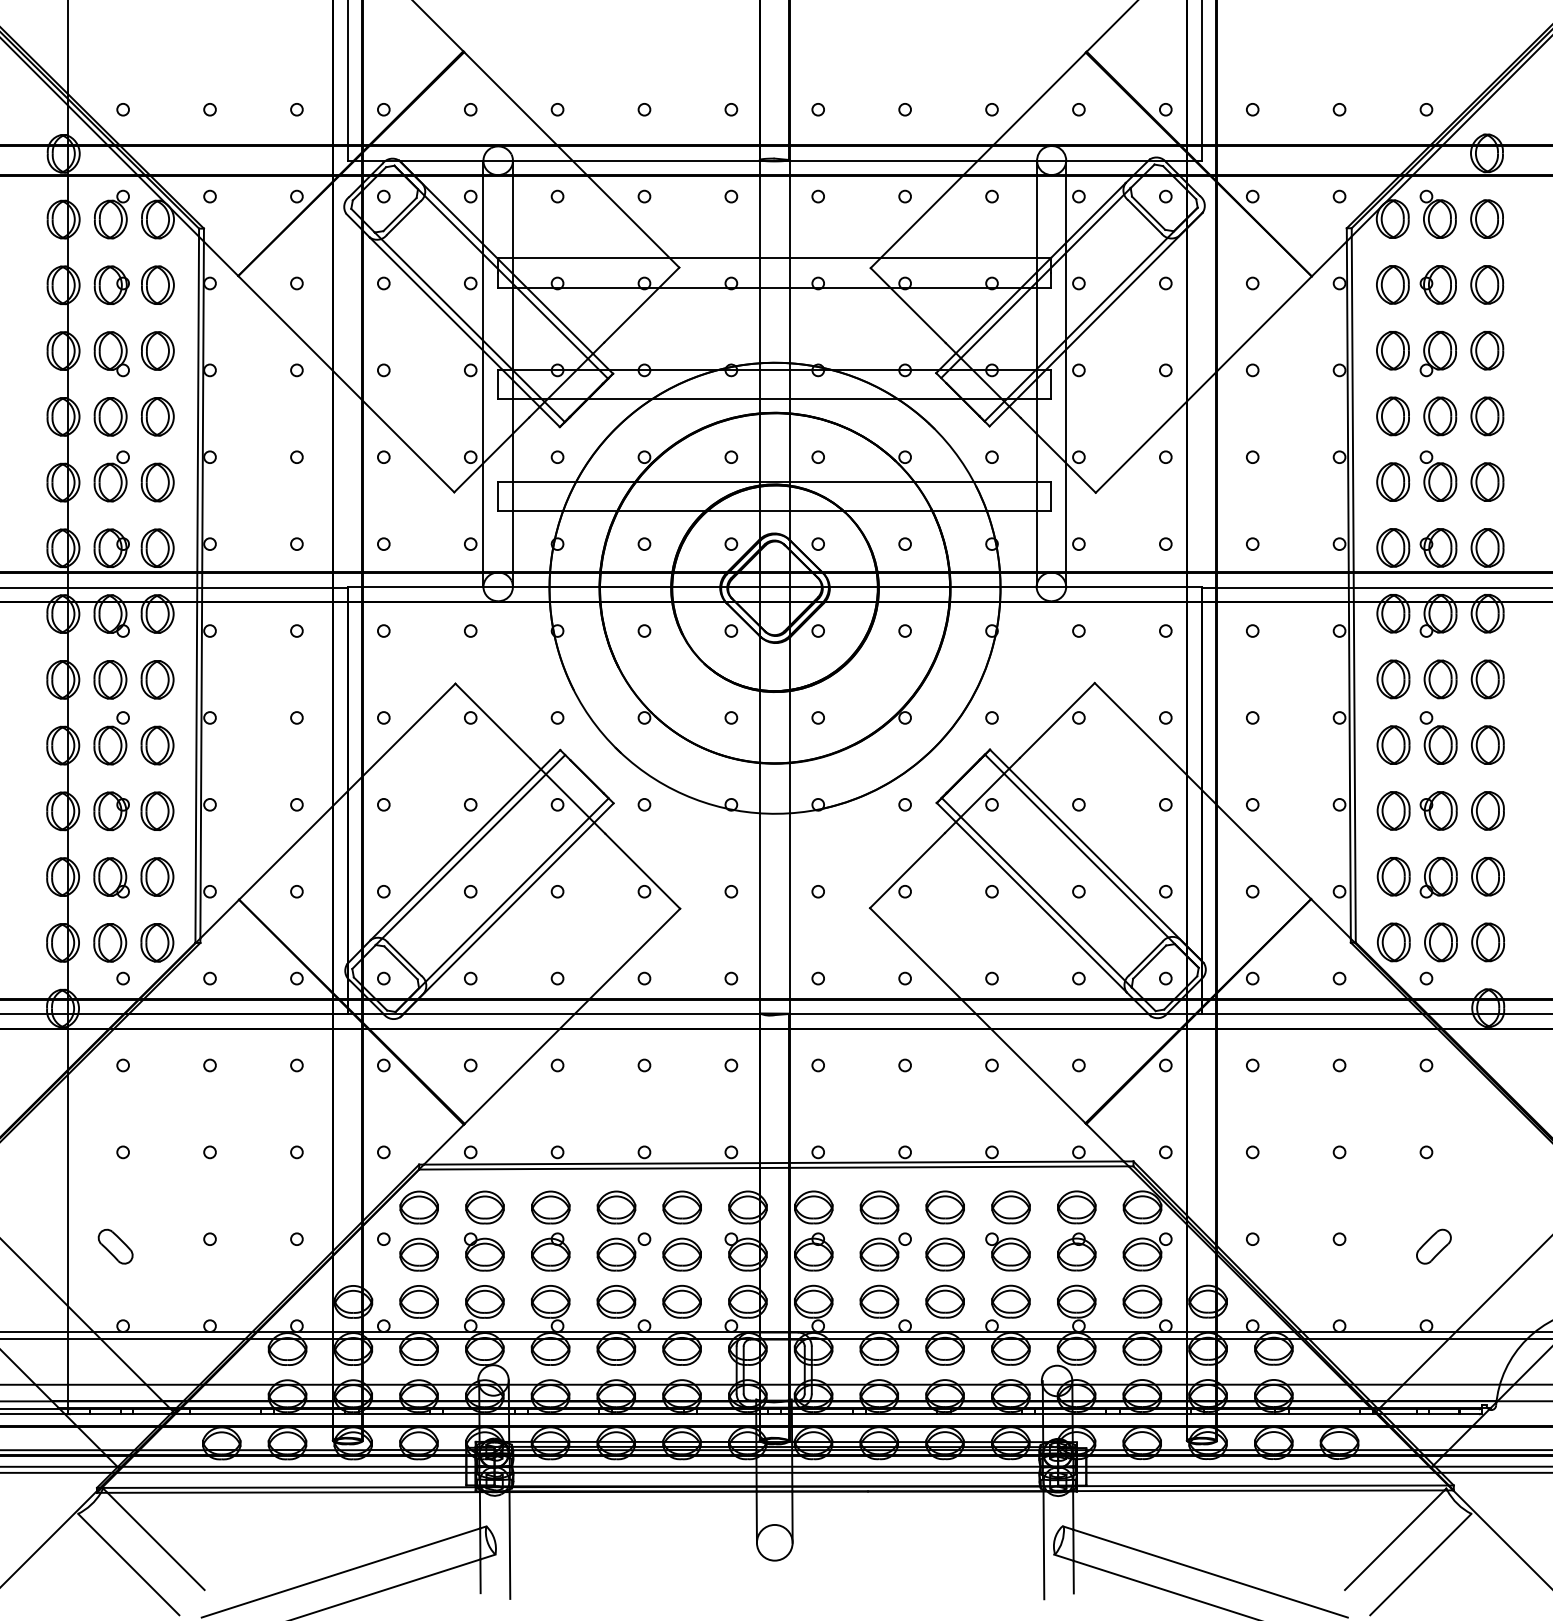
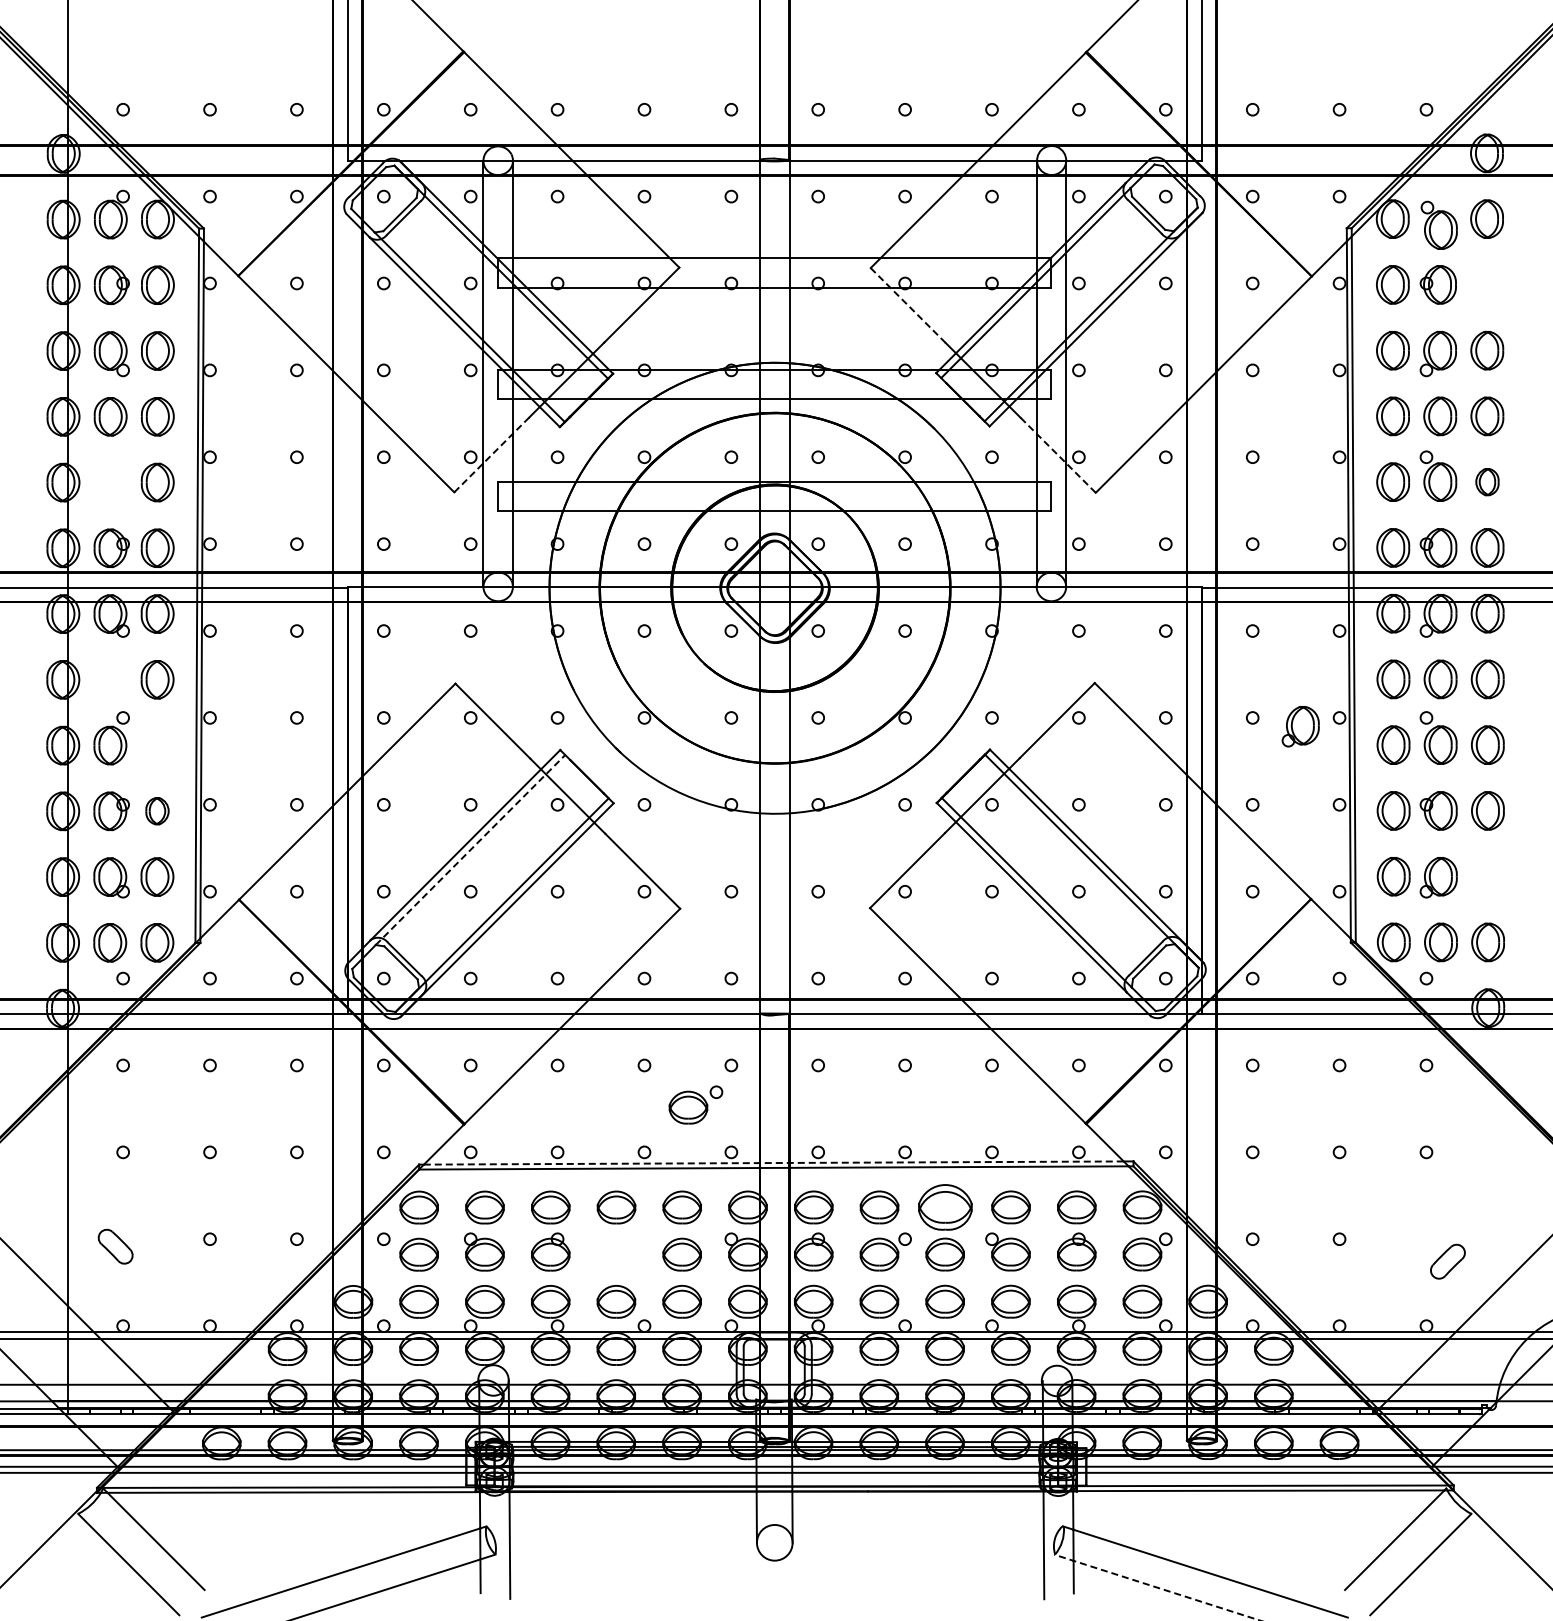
part at (1437, 213) position: (1437, 213) -> (1438, 224)
part at (1487, 284): present -> none
line at (908, 305): solid -> dashed
line at (491, 455): solid -> dashed
line at (1058, 455): solid -> dashed
part at (111, 476): present -> none
part at (1487, 481) size: 35x40 px -> 25x29 px
part at (110, 679): present -> none
part at (1300, 726): none -> present
part at (157, 745): present -> none
part at (157, 810) size: 35x40 px -> 25x29 px
line at (470, 849): solid -> dashed
part at (1487, 876): present -> none
line at (773, 1163): solid -> dashed
part at (944, 1207) size: 40x35 px -> 55x47 px
part at (1433, 1246) position: (1433, 1246) -> (1447, 1261)
part at (623, 1251) position: (623, 1251) -> (695, 1104)
line at (1156, 1587): solid -> dashed
